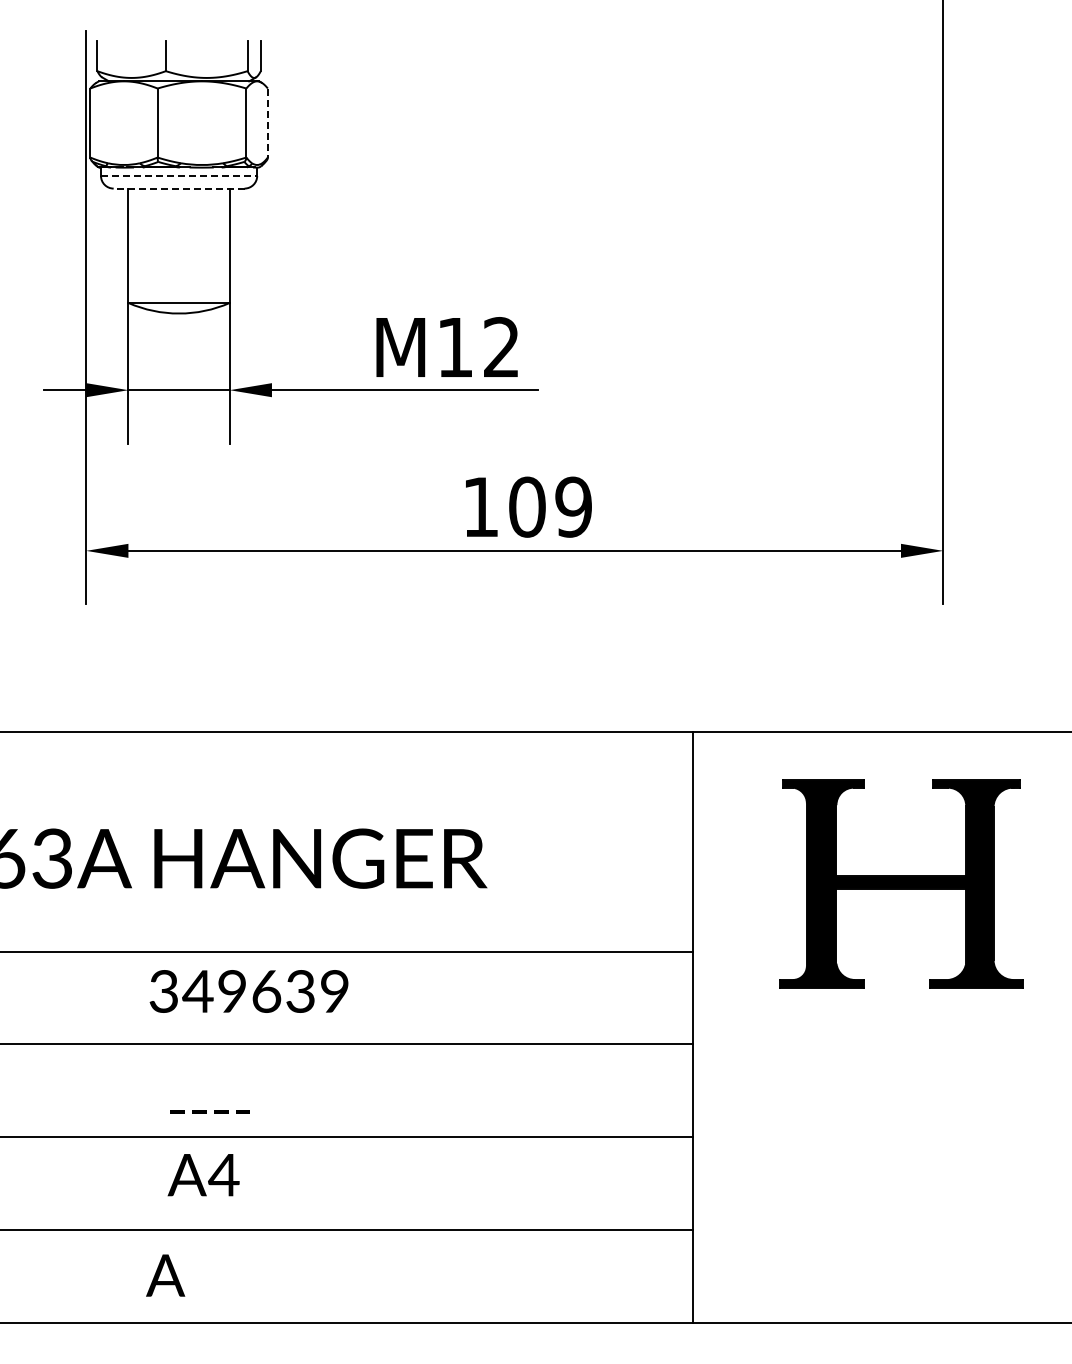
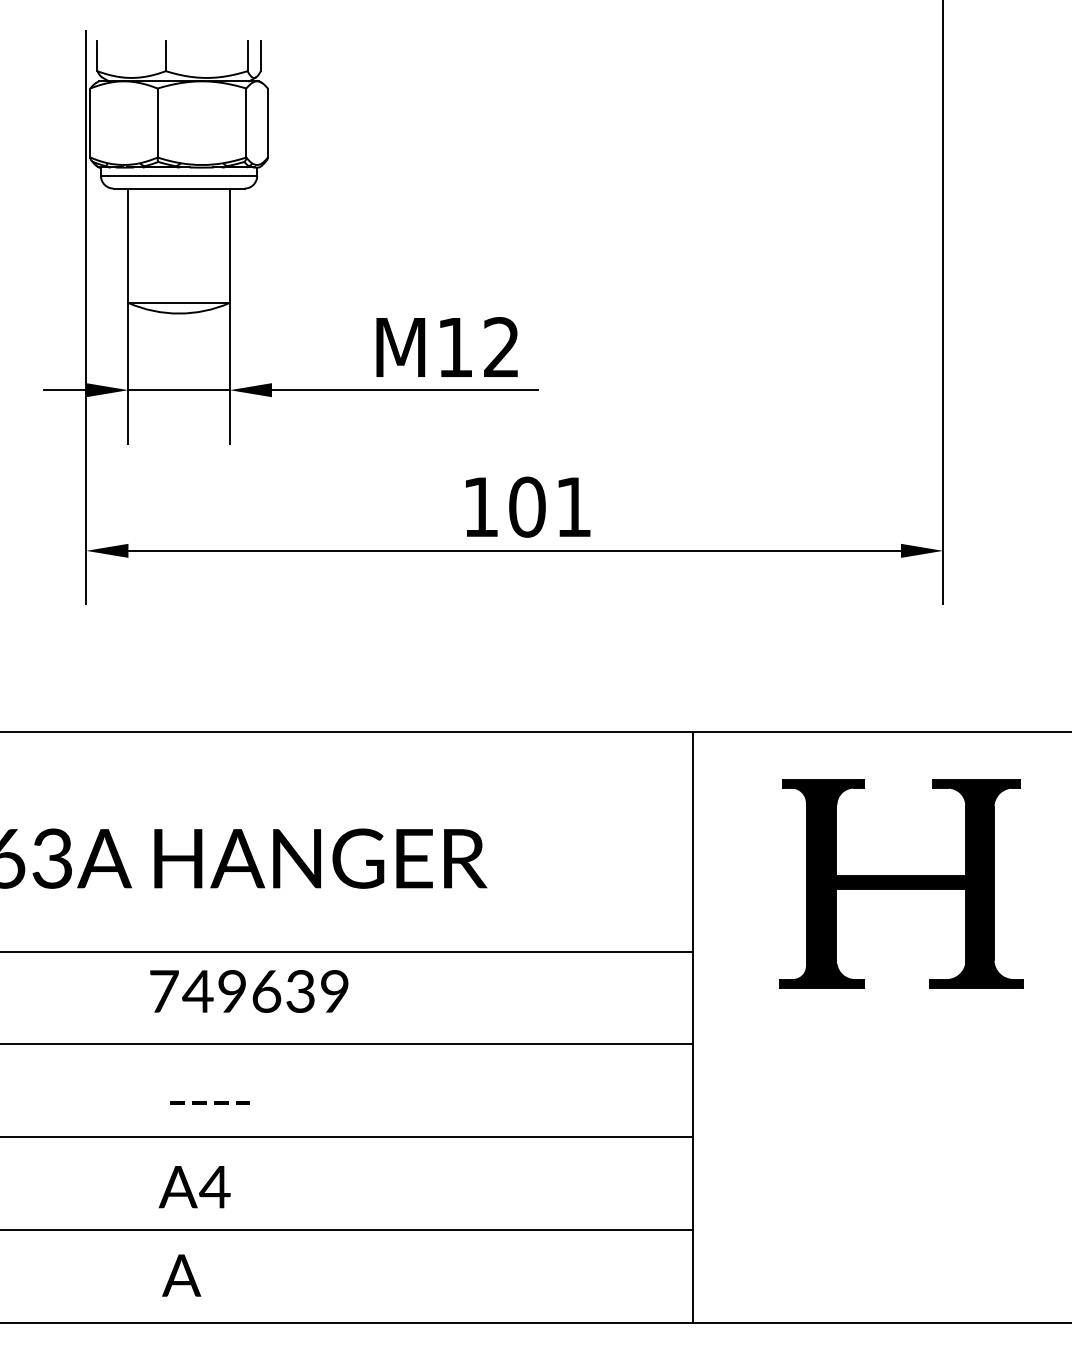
line at (267, 123): dashed -> solid
line at (179, 175): dashed -> solid
line at (178, 188): dashed -> solid
text at (573, 506): 109 -> 101
text at (163, 991): 349639 -> 749639
text at (209, 1111) position: (209, 1111) -> (209, 1102)
text at (203, 1175) position: (203, 1175) -> (194, 1187)
text at (165, 1275) position: (165, 1275) -> (181, 1275)
